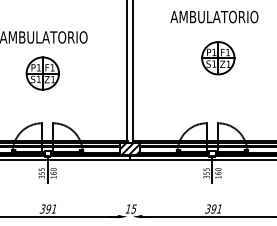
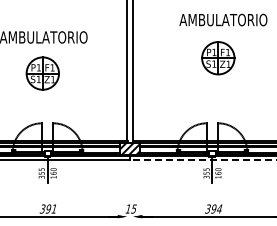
text at (214, 16) position: (214, 16) -> (223, 19)
line at (203, 160): solid -> dashed
text at (219, 208): 391 -> 394
